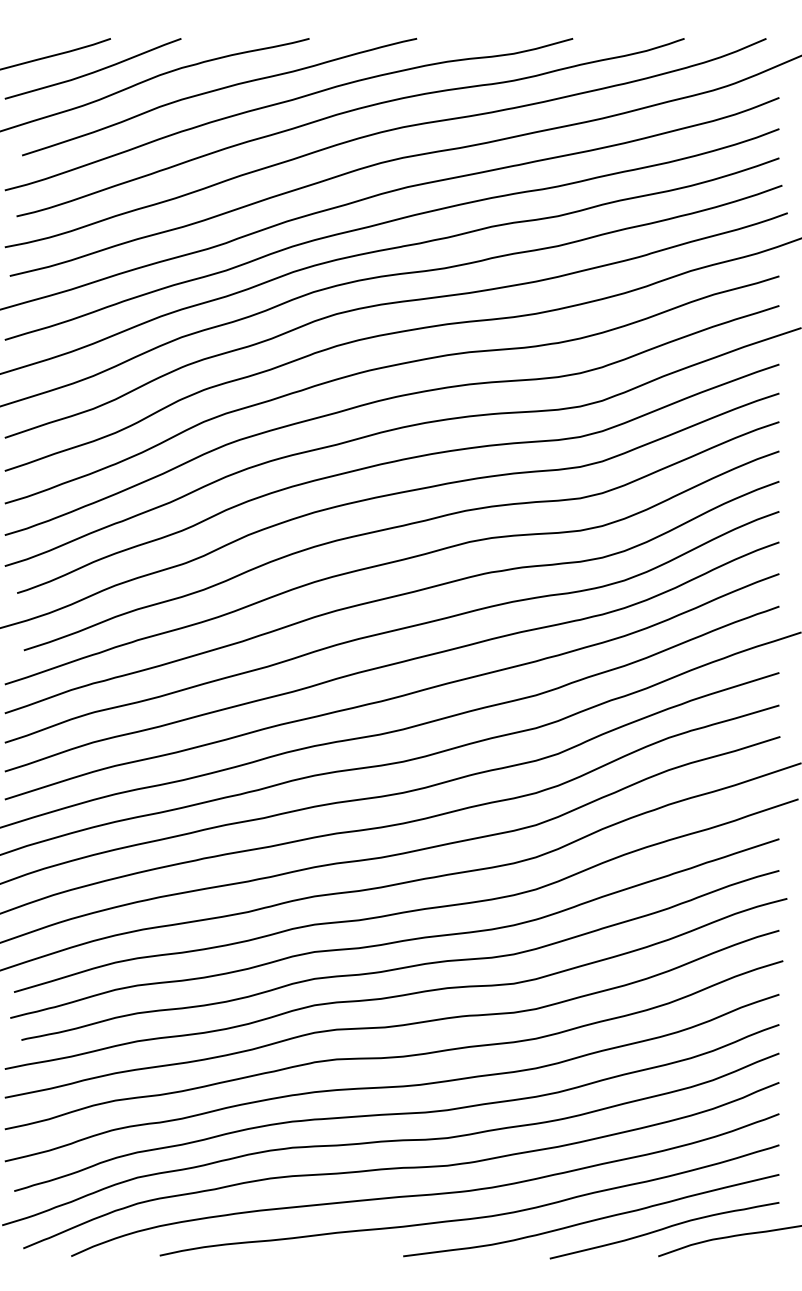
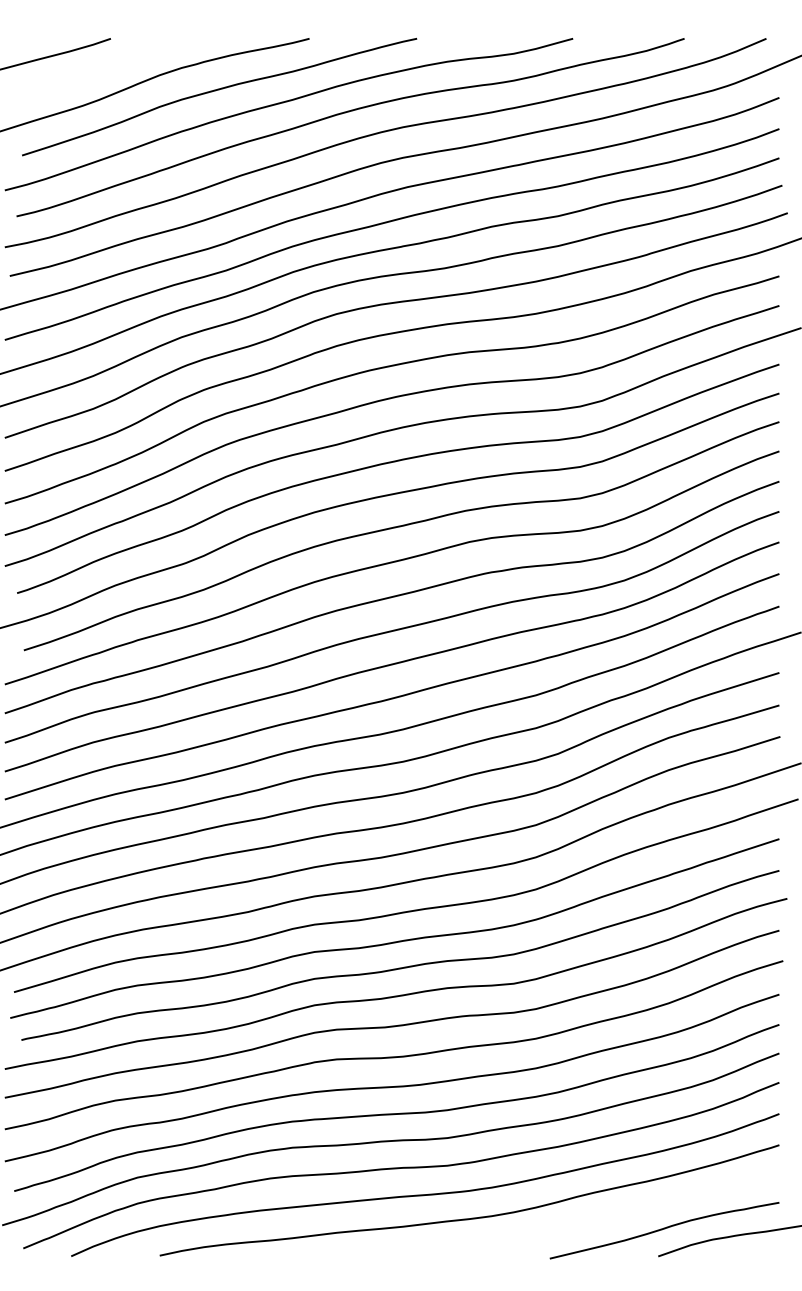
curve at (92, 71): present -> none
curve at (592, 1219): present -> none
